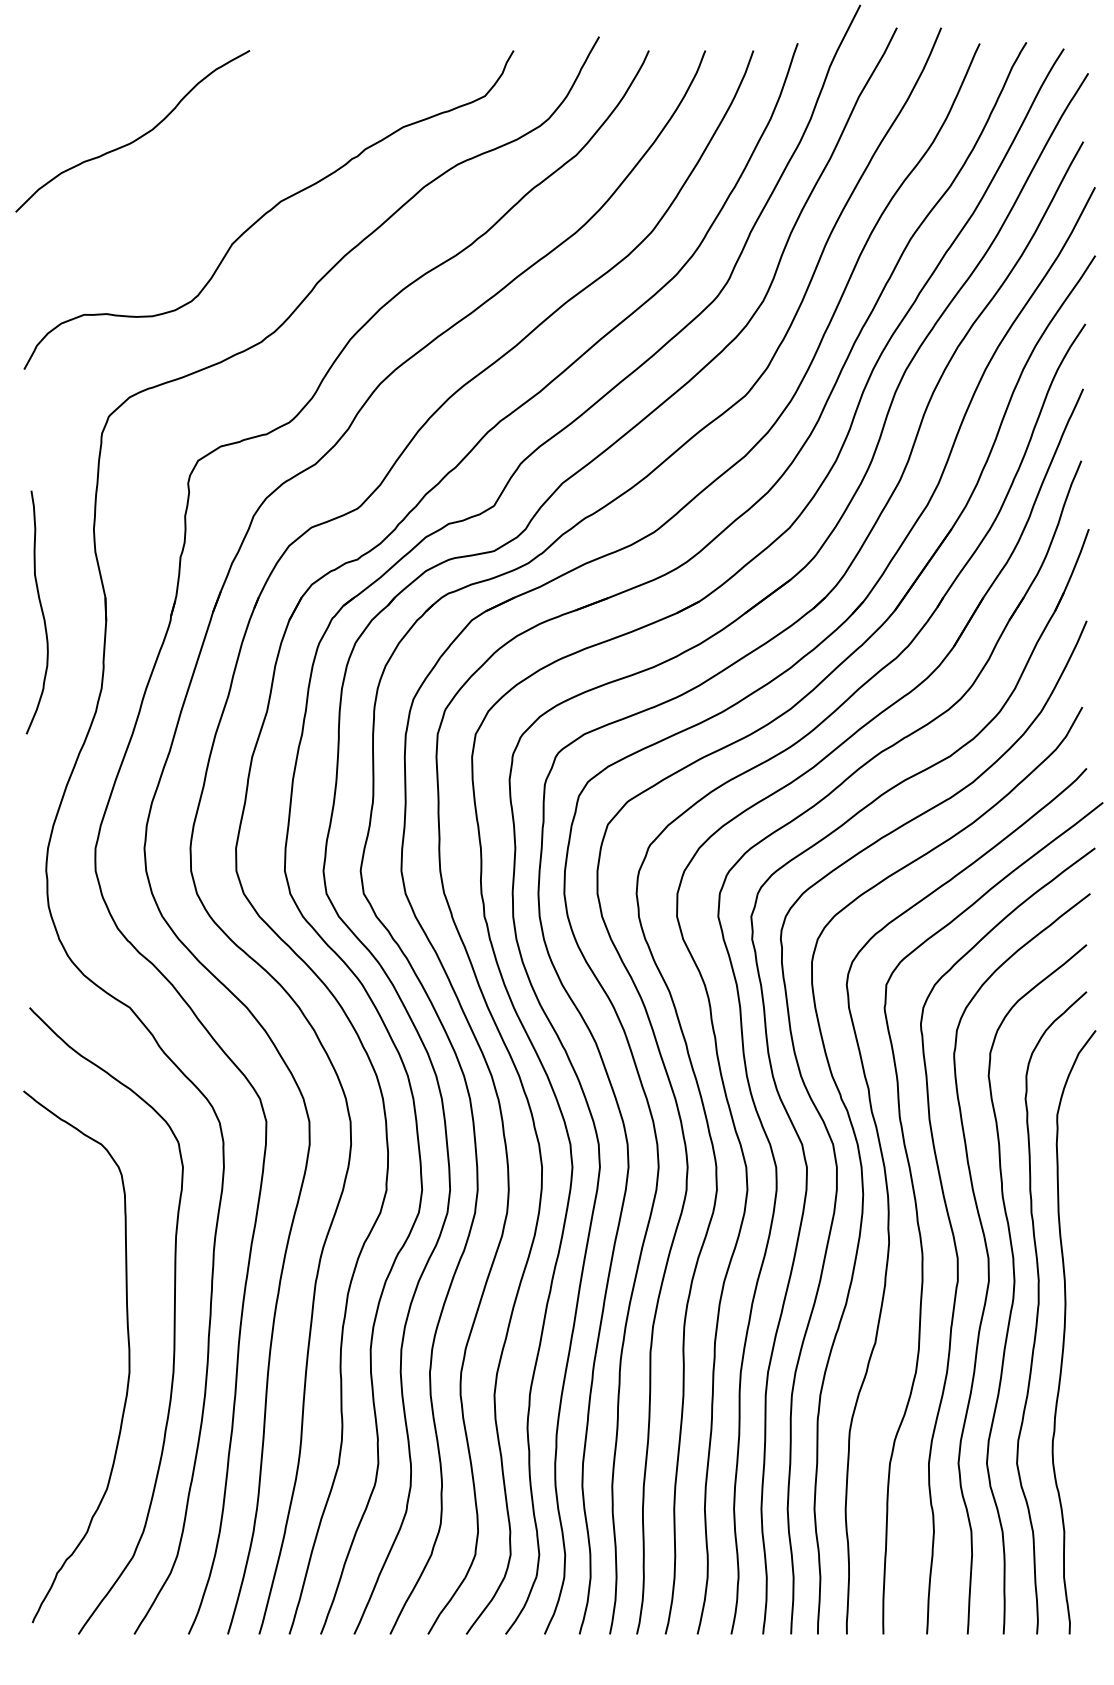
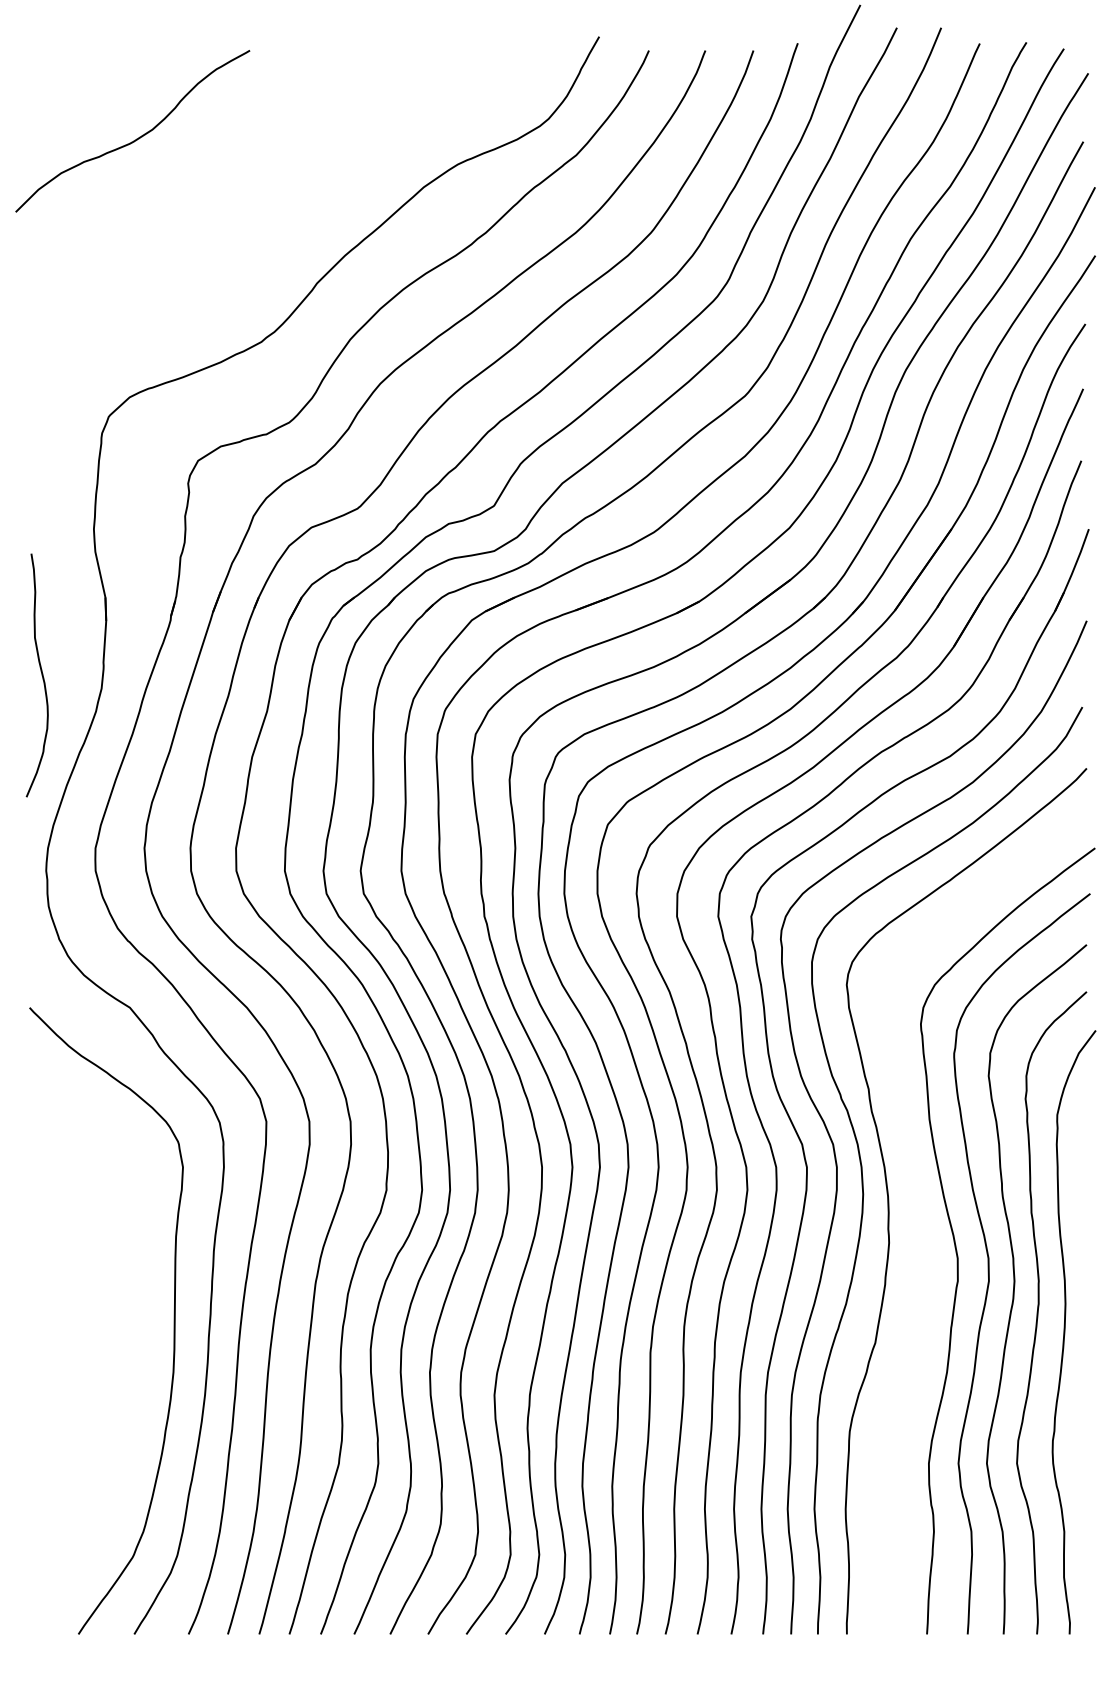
curve at (269, 209): present -> none
curve at (41, 612) position: (41, 612) -> (41, 675)
curve at (920, 1230): present -> none
curve at (128, 1356): present -> none
